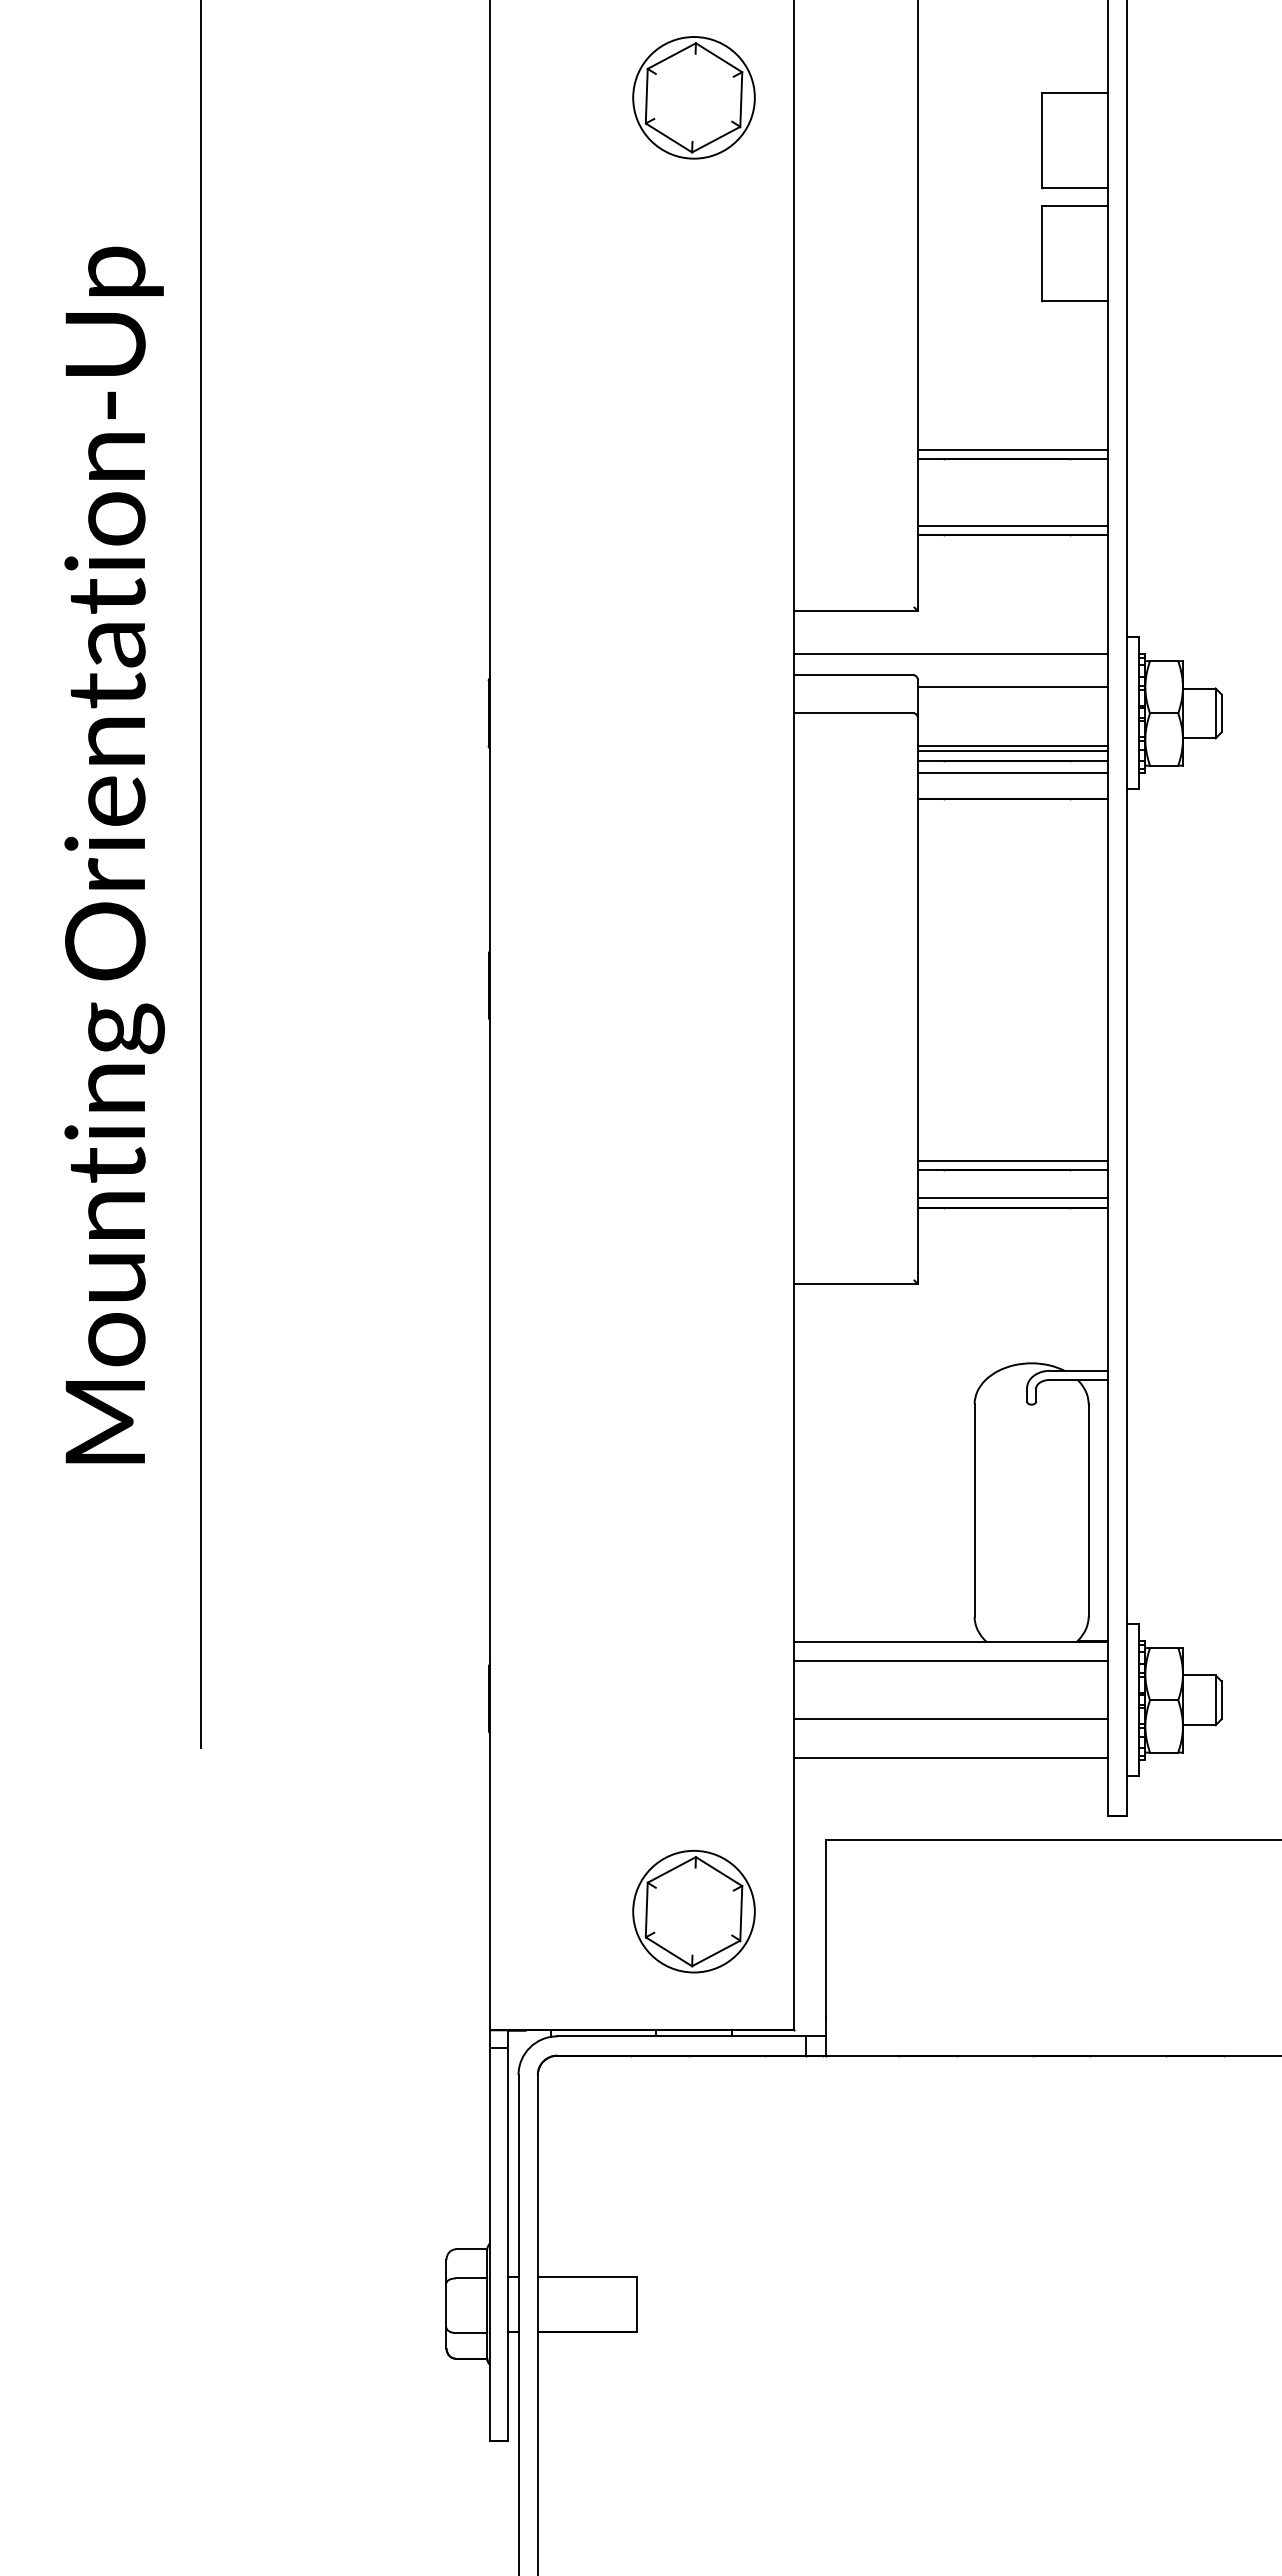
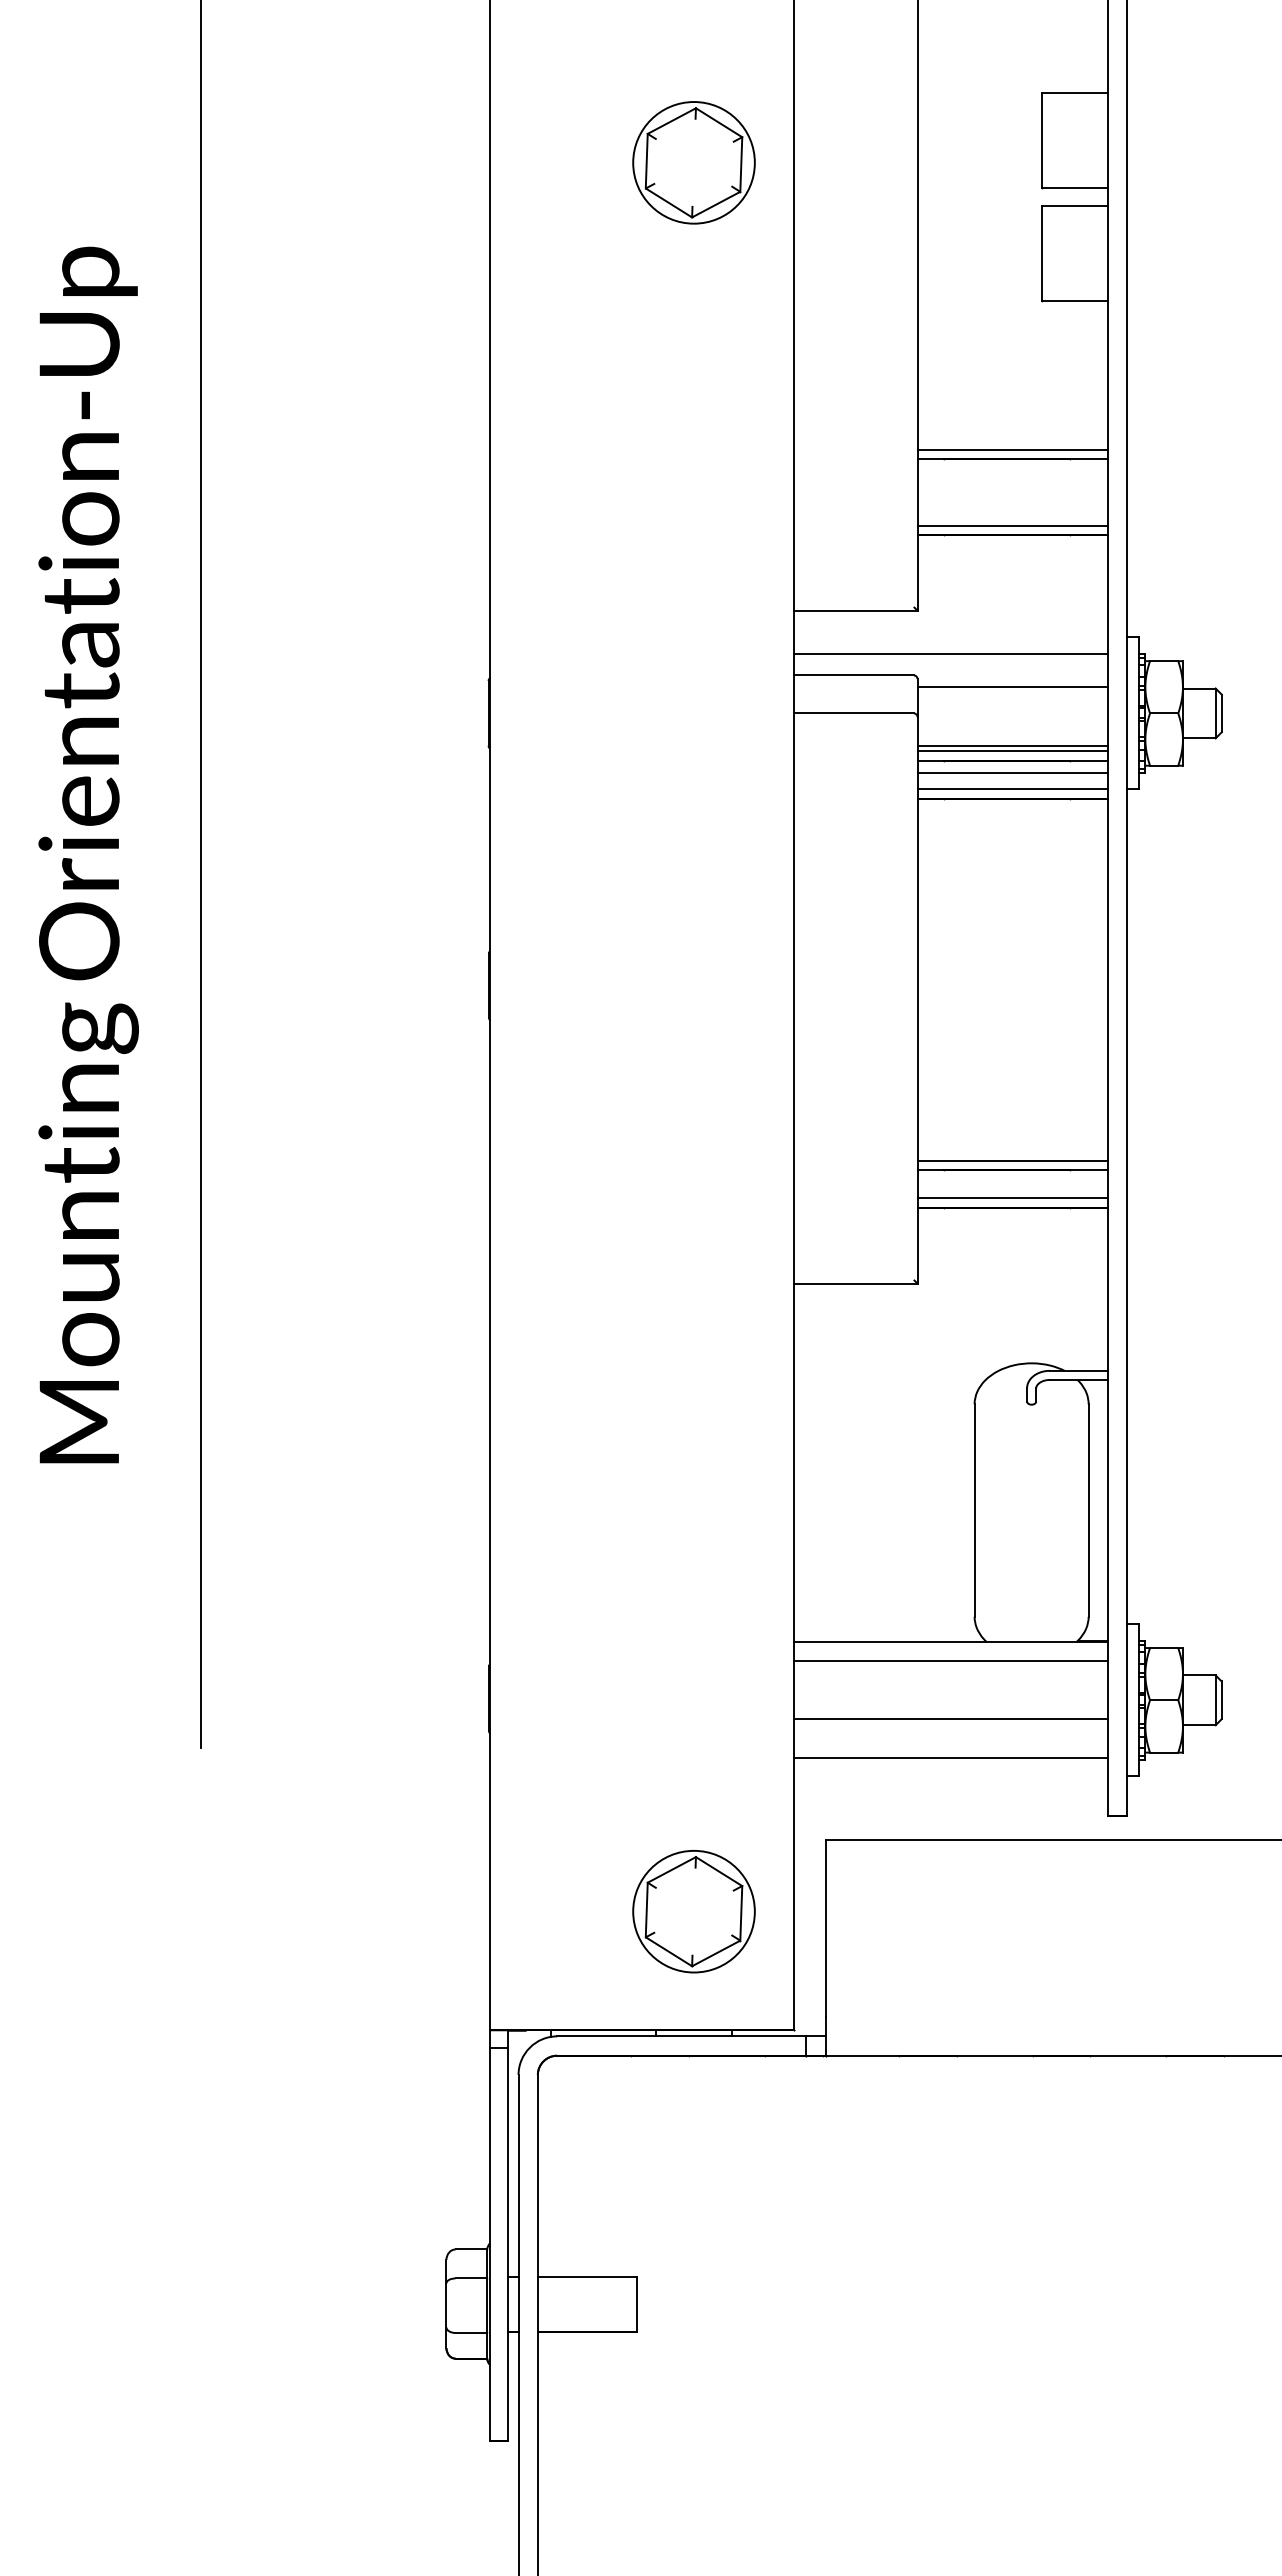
part at (693, 97) position: (693, 97) -> (693, 162)
line at (1012, 789): none -> present
text at (114, 854) position: (114, 854) -> (88, 854)
